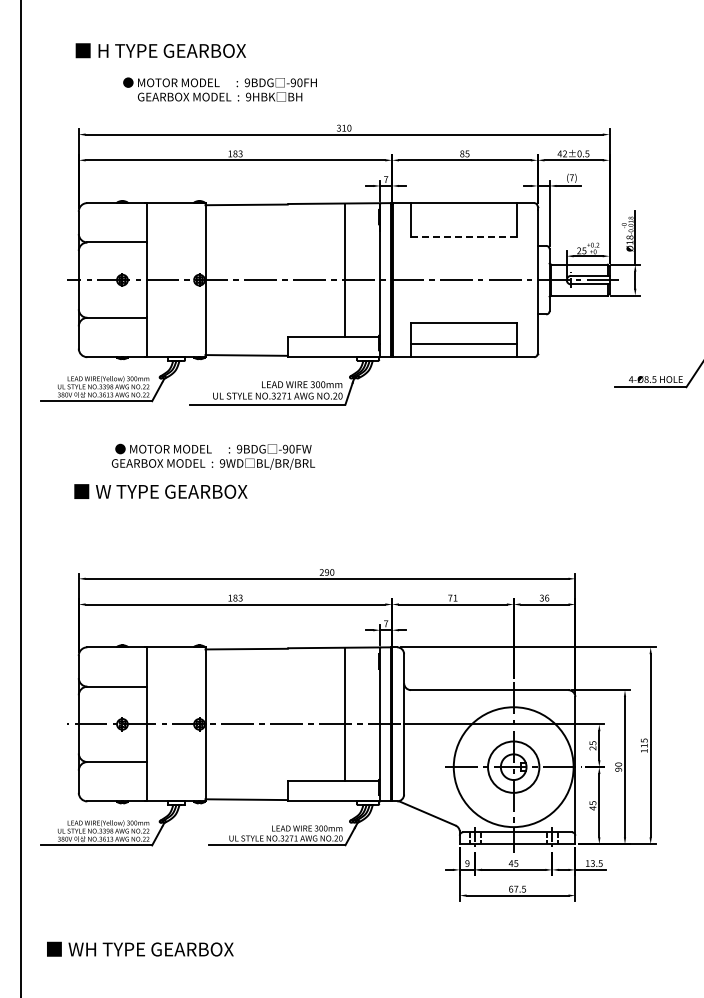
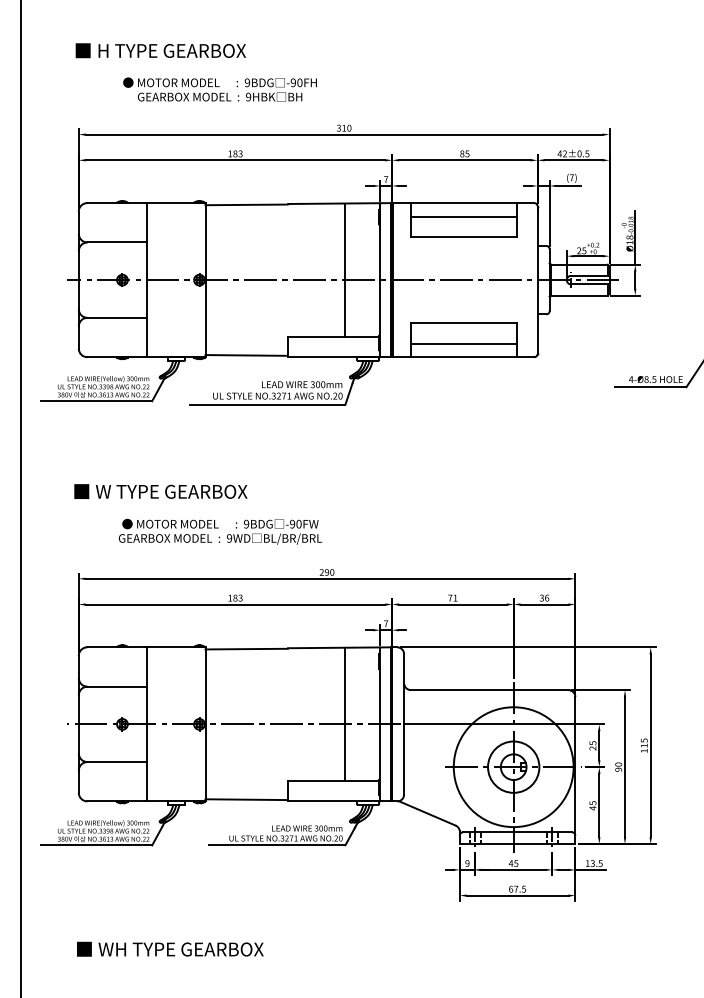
line at (463, 216): none -> present
line at (463, 237): dashed -> solid
text at (213, 456) position: (213, 456) -> (220, 531)
text at (140, 948) position: (140, 948) -> (170, 948)
